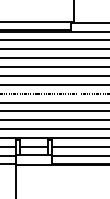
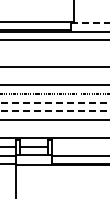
line at (90, 22): solid -> dashed
line at (54, 49): present -> none
line at (54, 58): present -> none
line at (54, 75): present -> none
line at (55, 102): solid -> dashed
line at (55, 111): solid -> dashed
line at (54, 129): present -> none
line at (78, 146): present -> none
